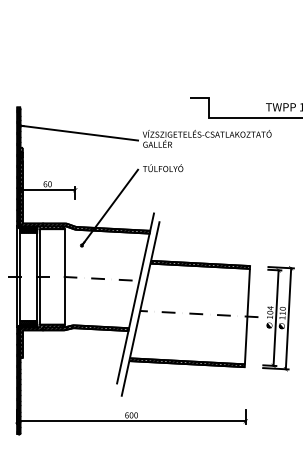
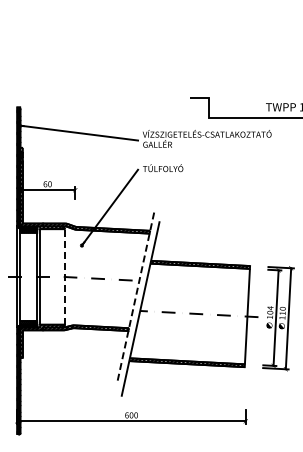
line at (65, 276): solid -> dashed
line at (135, 298): solid -> dashed
